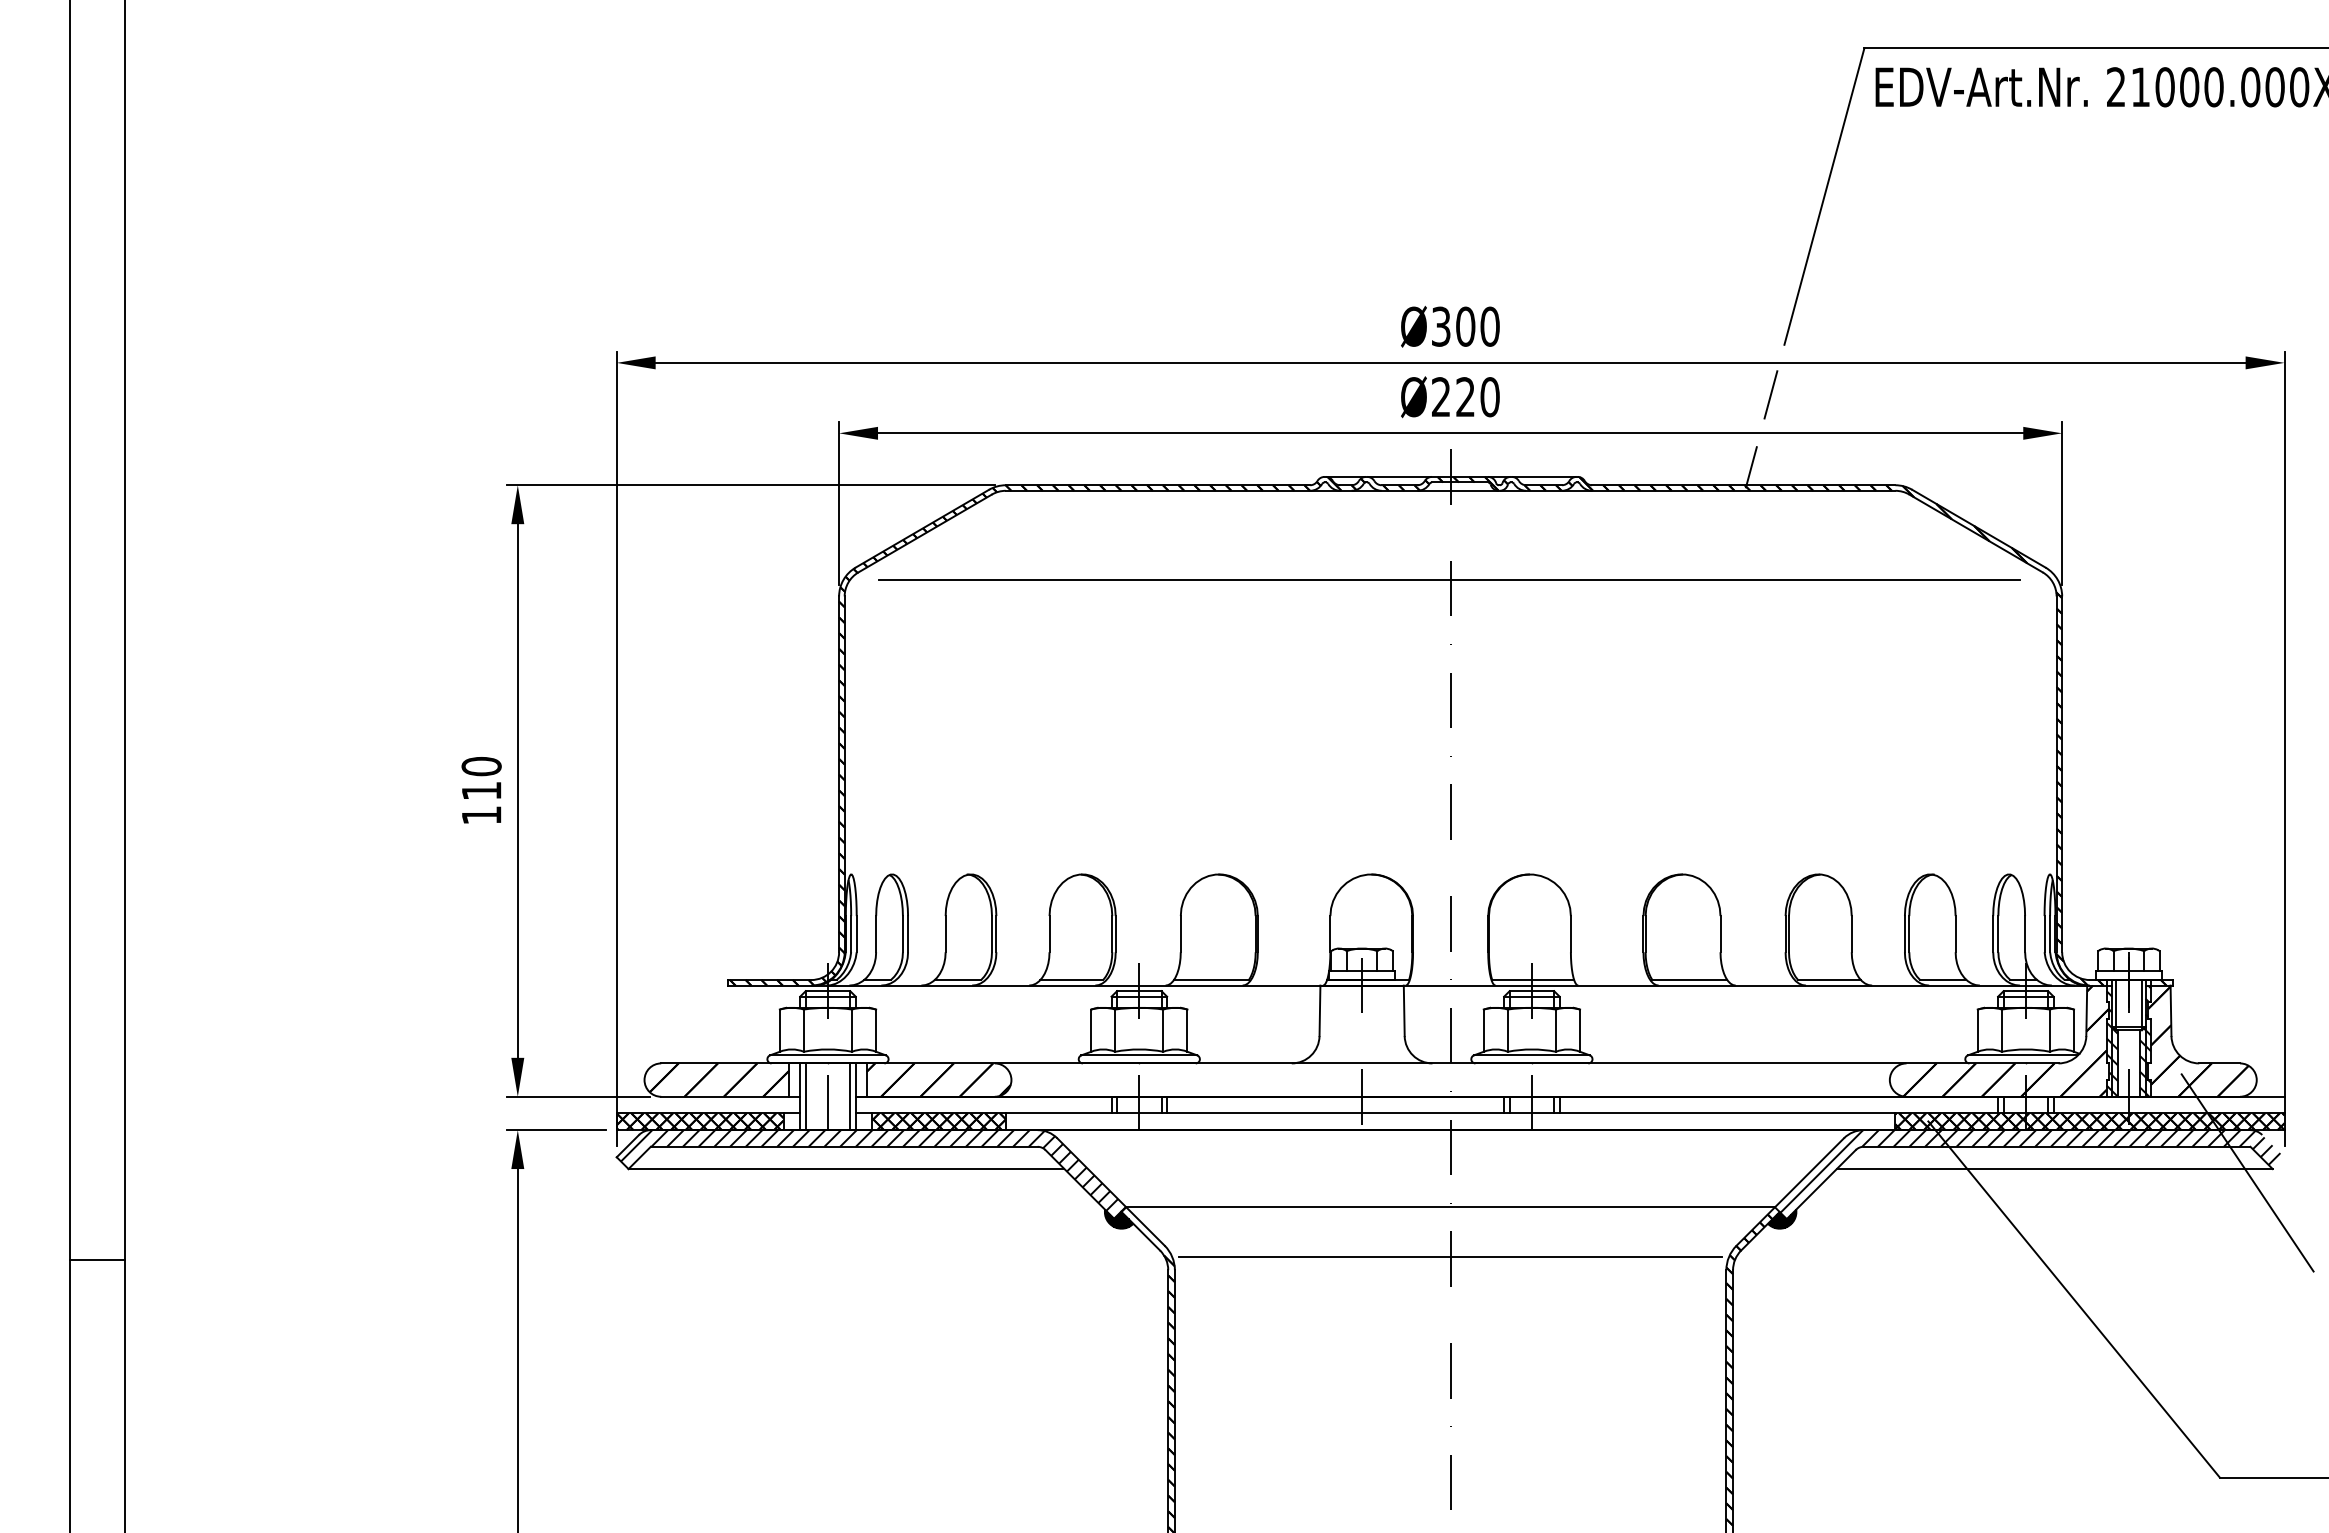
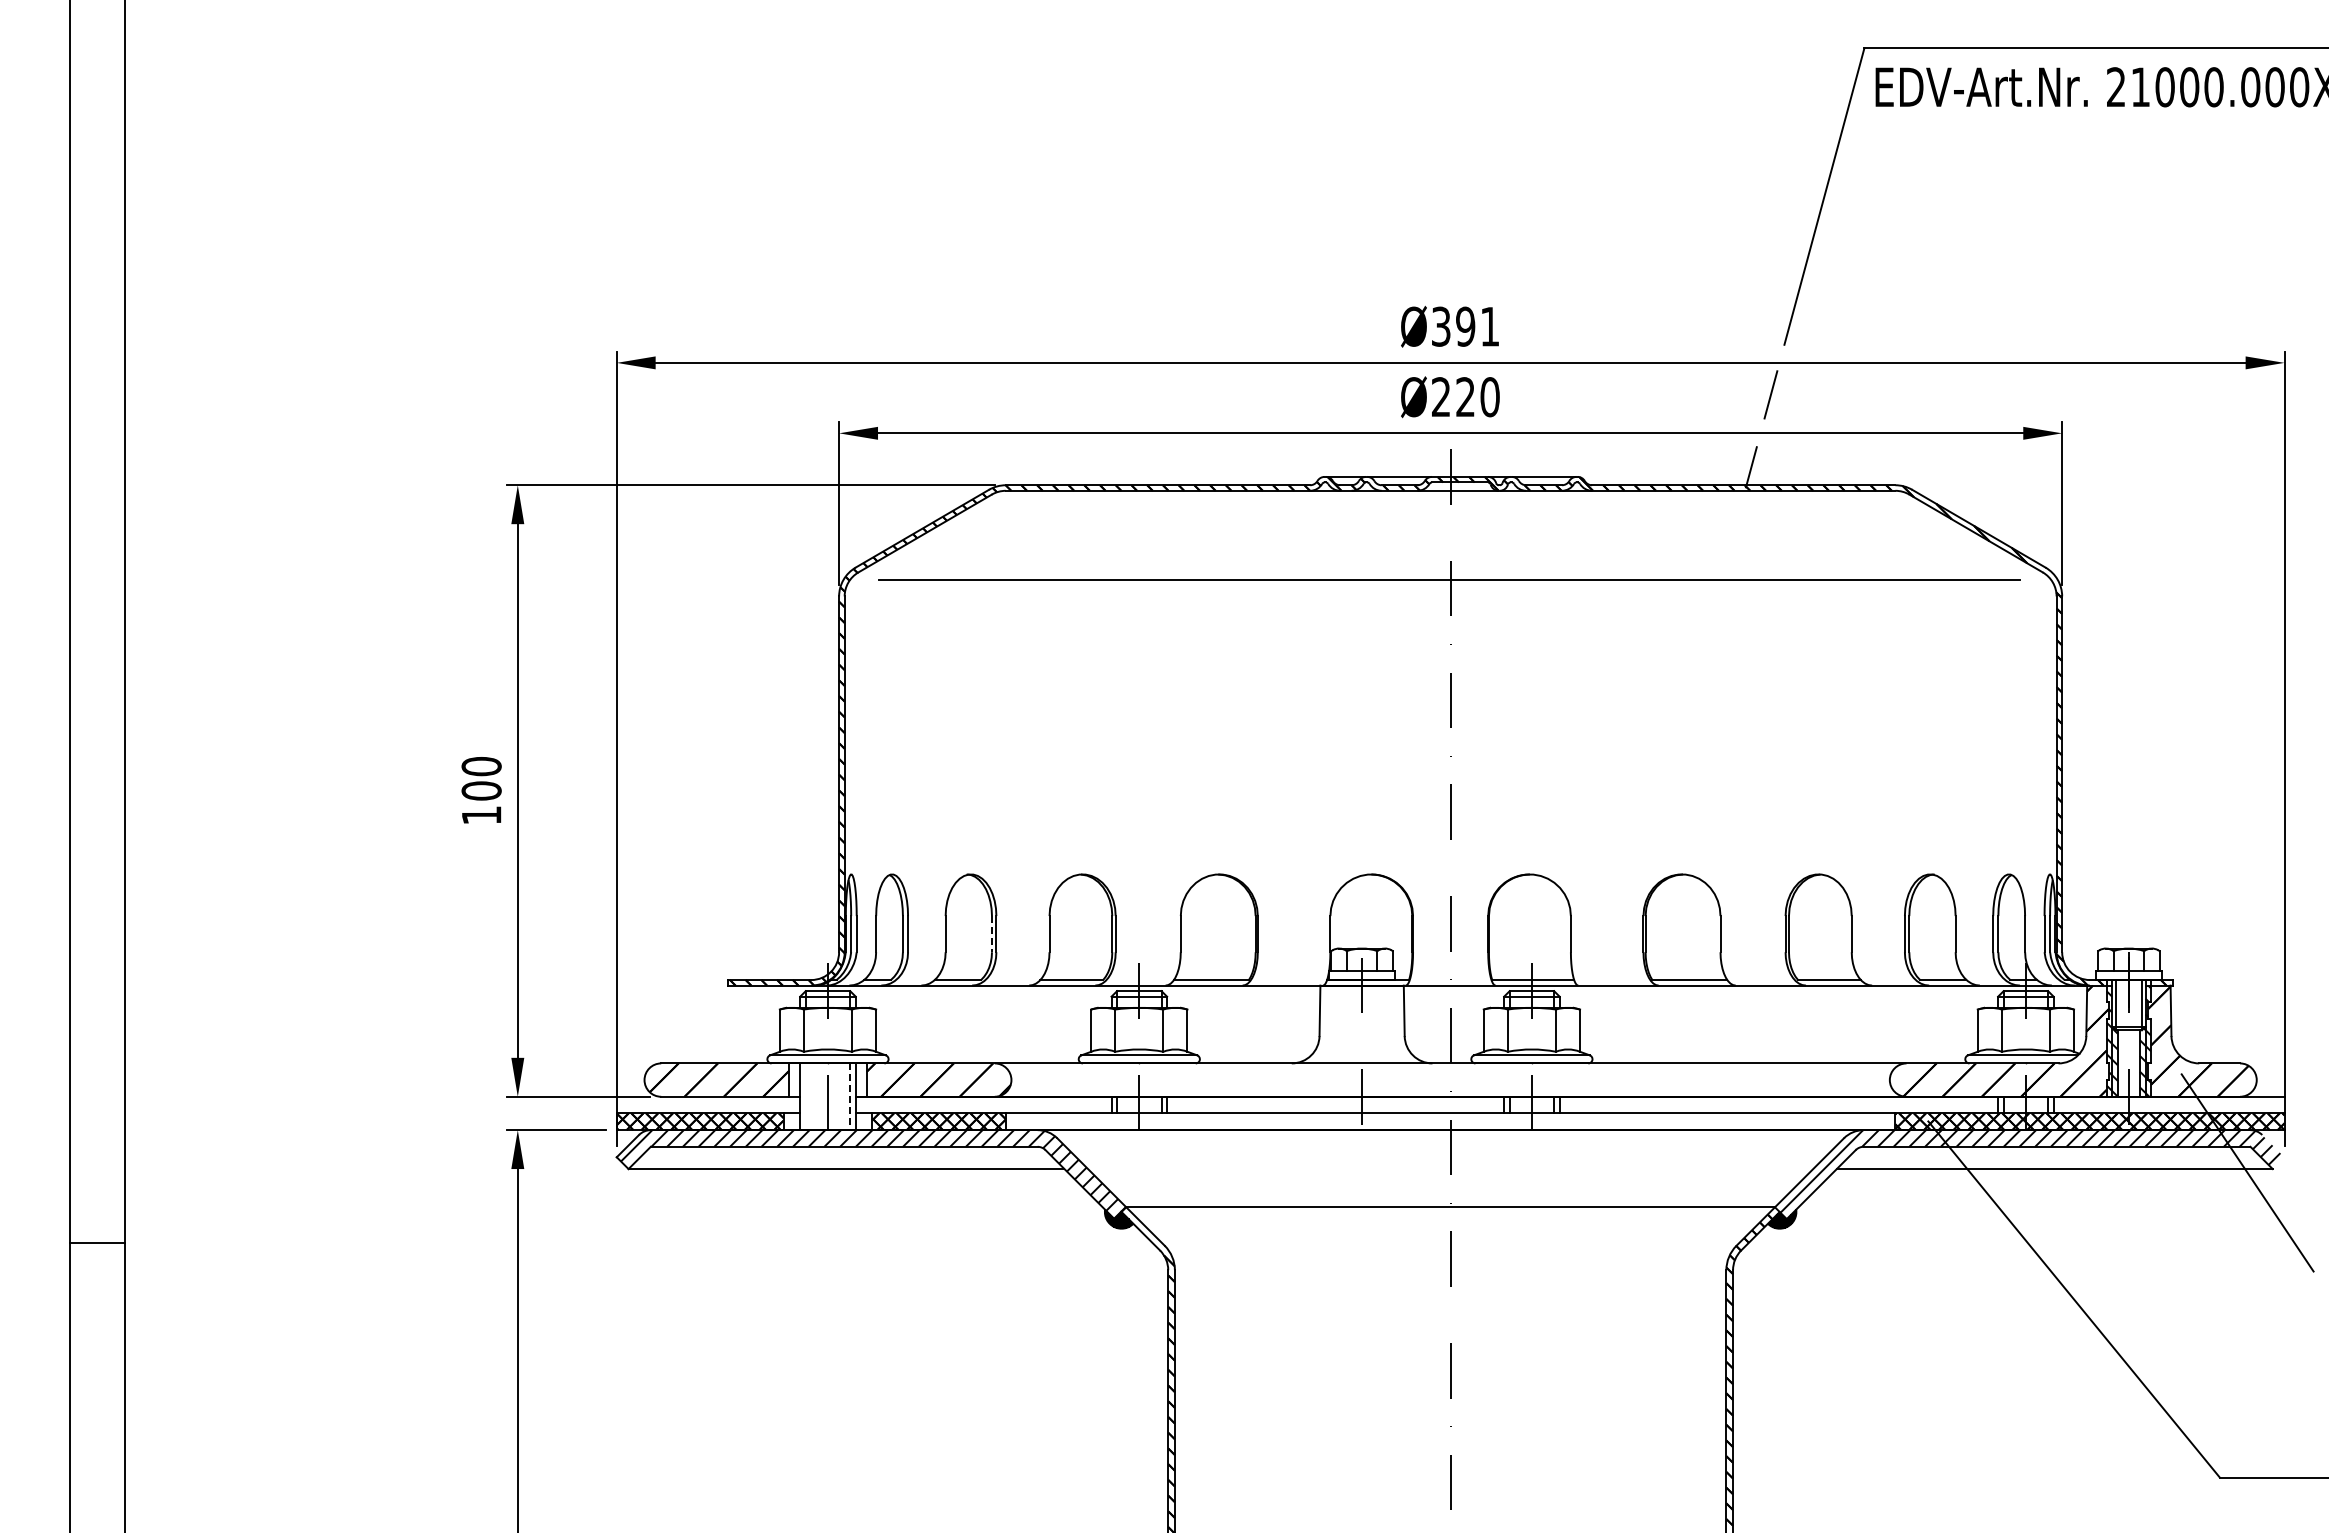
text at (1477, 326): Ø300 -> Ø391
text at (481, 790): 110 -> 100
line at (991, 934): solid -> dashed
line at (805, 1096): present -> none
line at (850, 1097): solid -> dashed
line at (1450, 1256): present -> none
line at (97, 1259) position: (97, 1259) -> (97, 1242)
